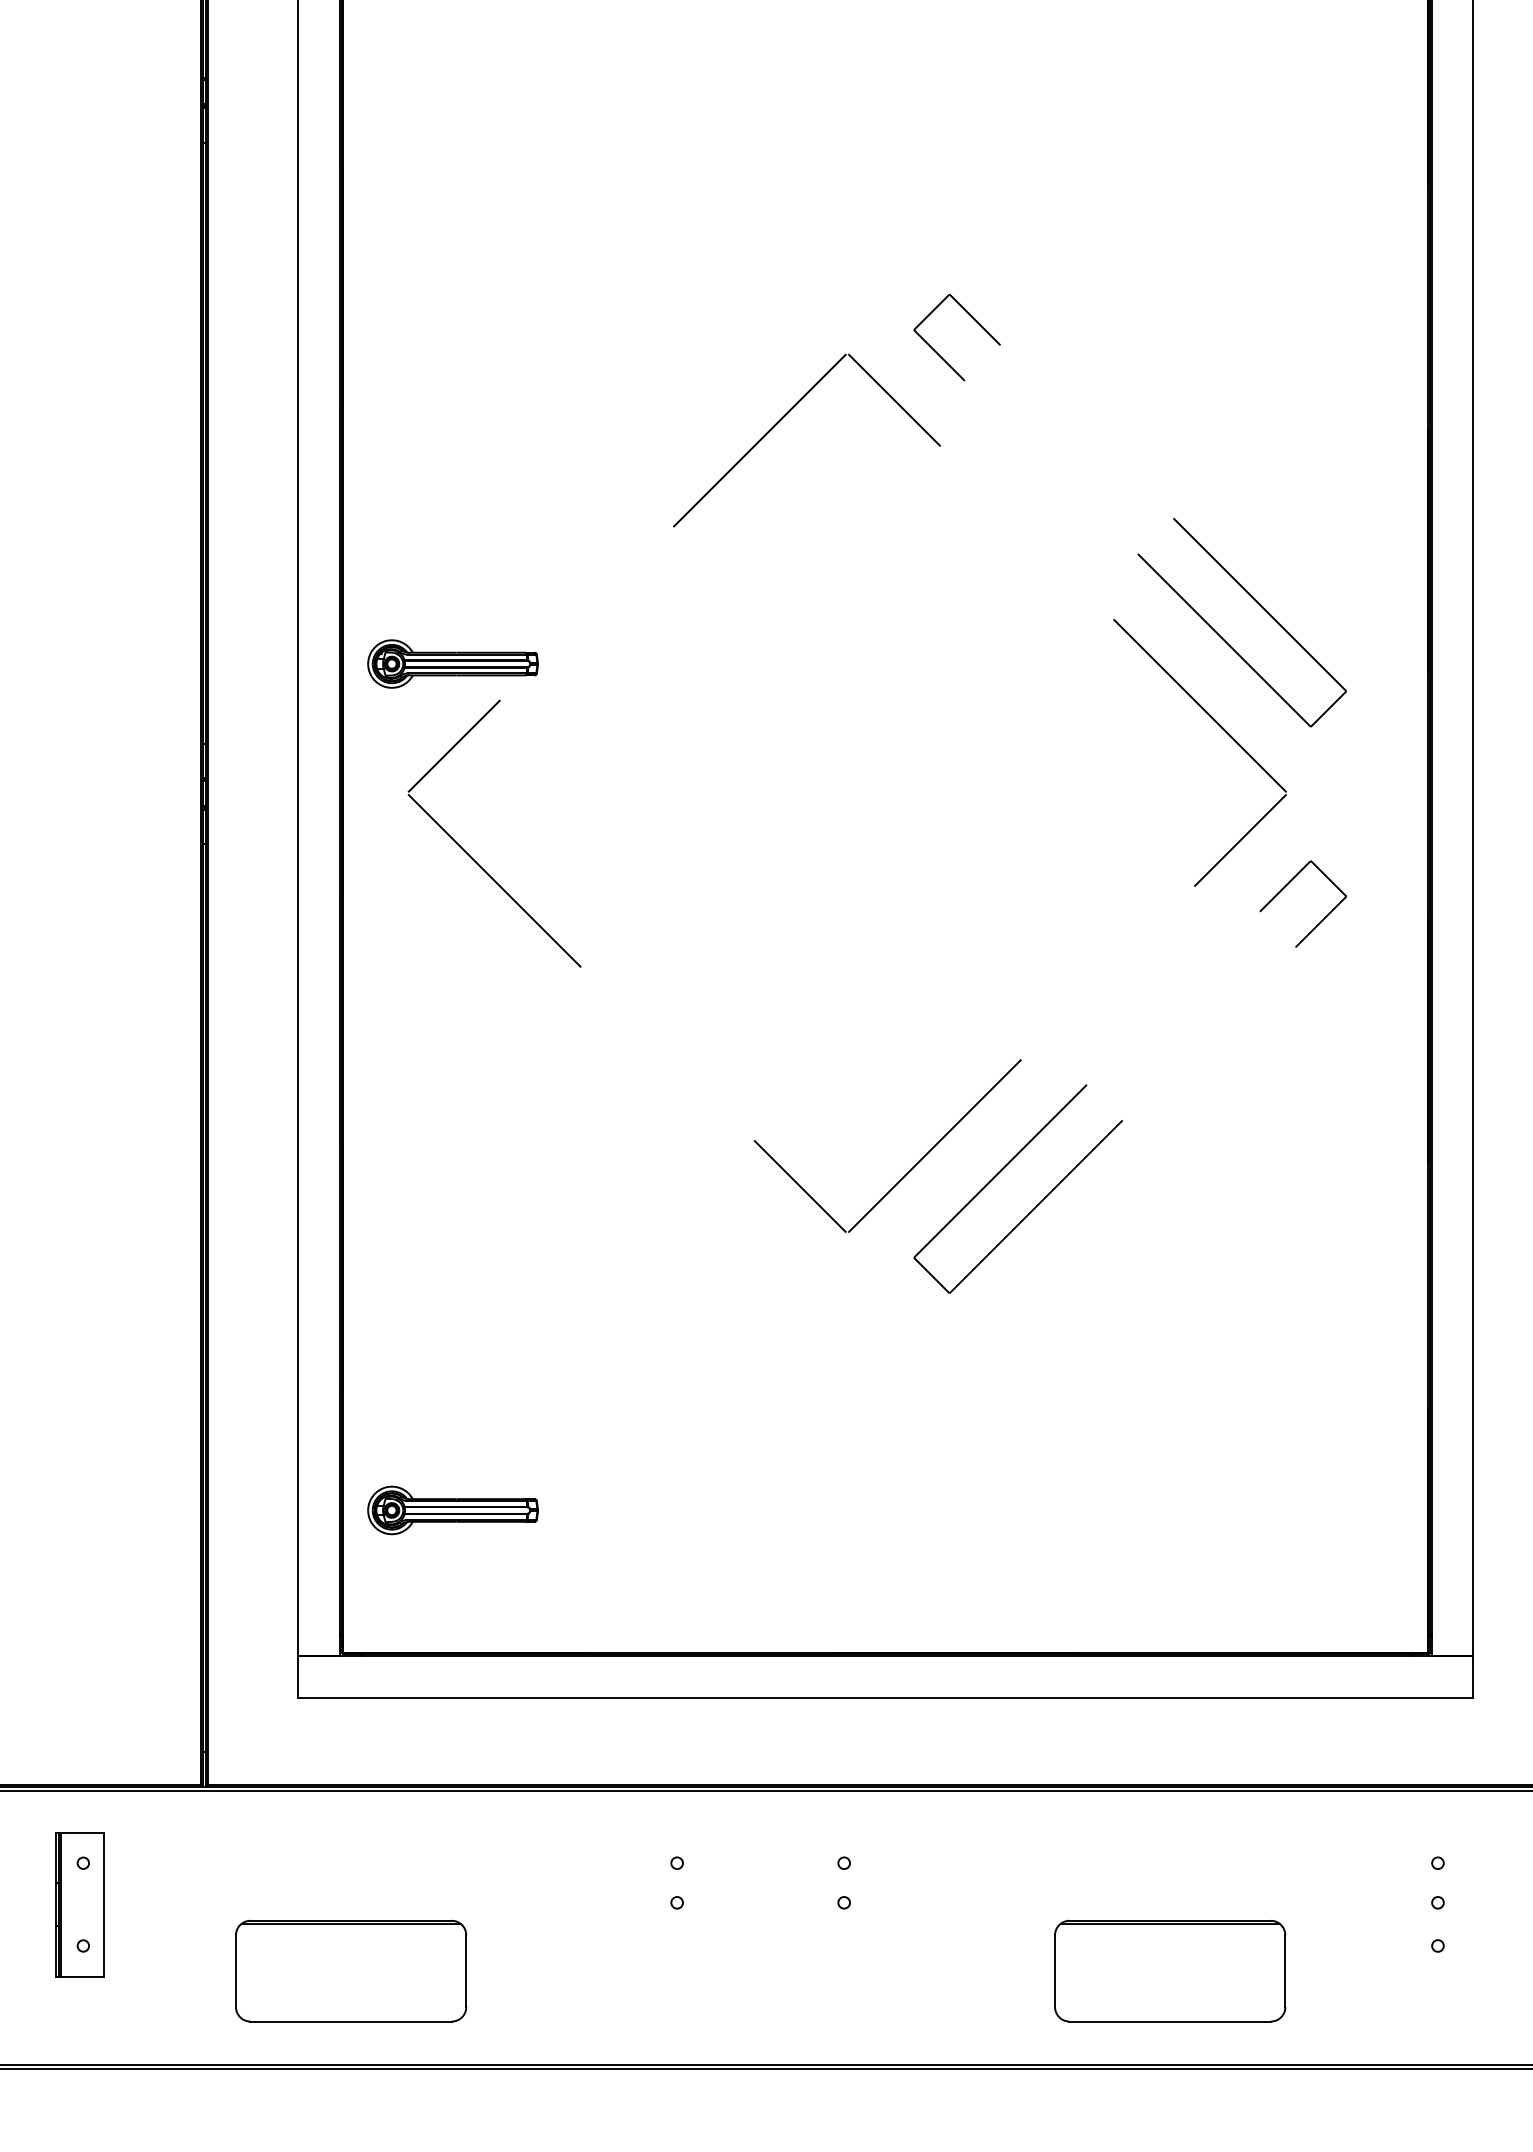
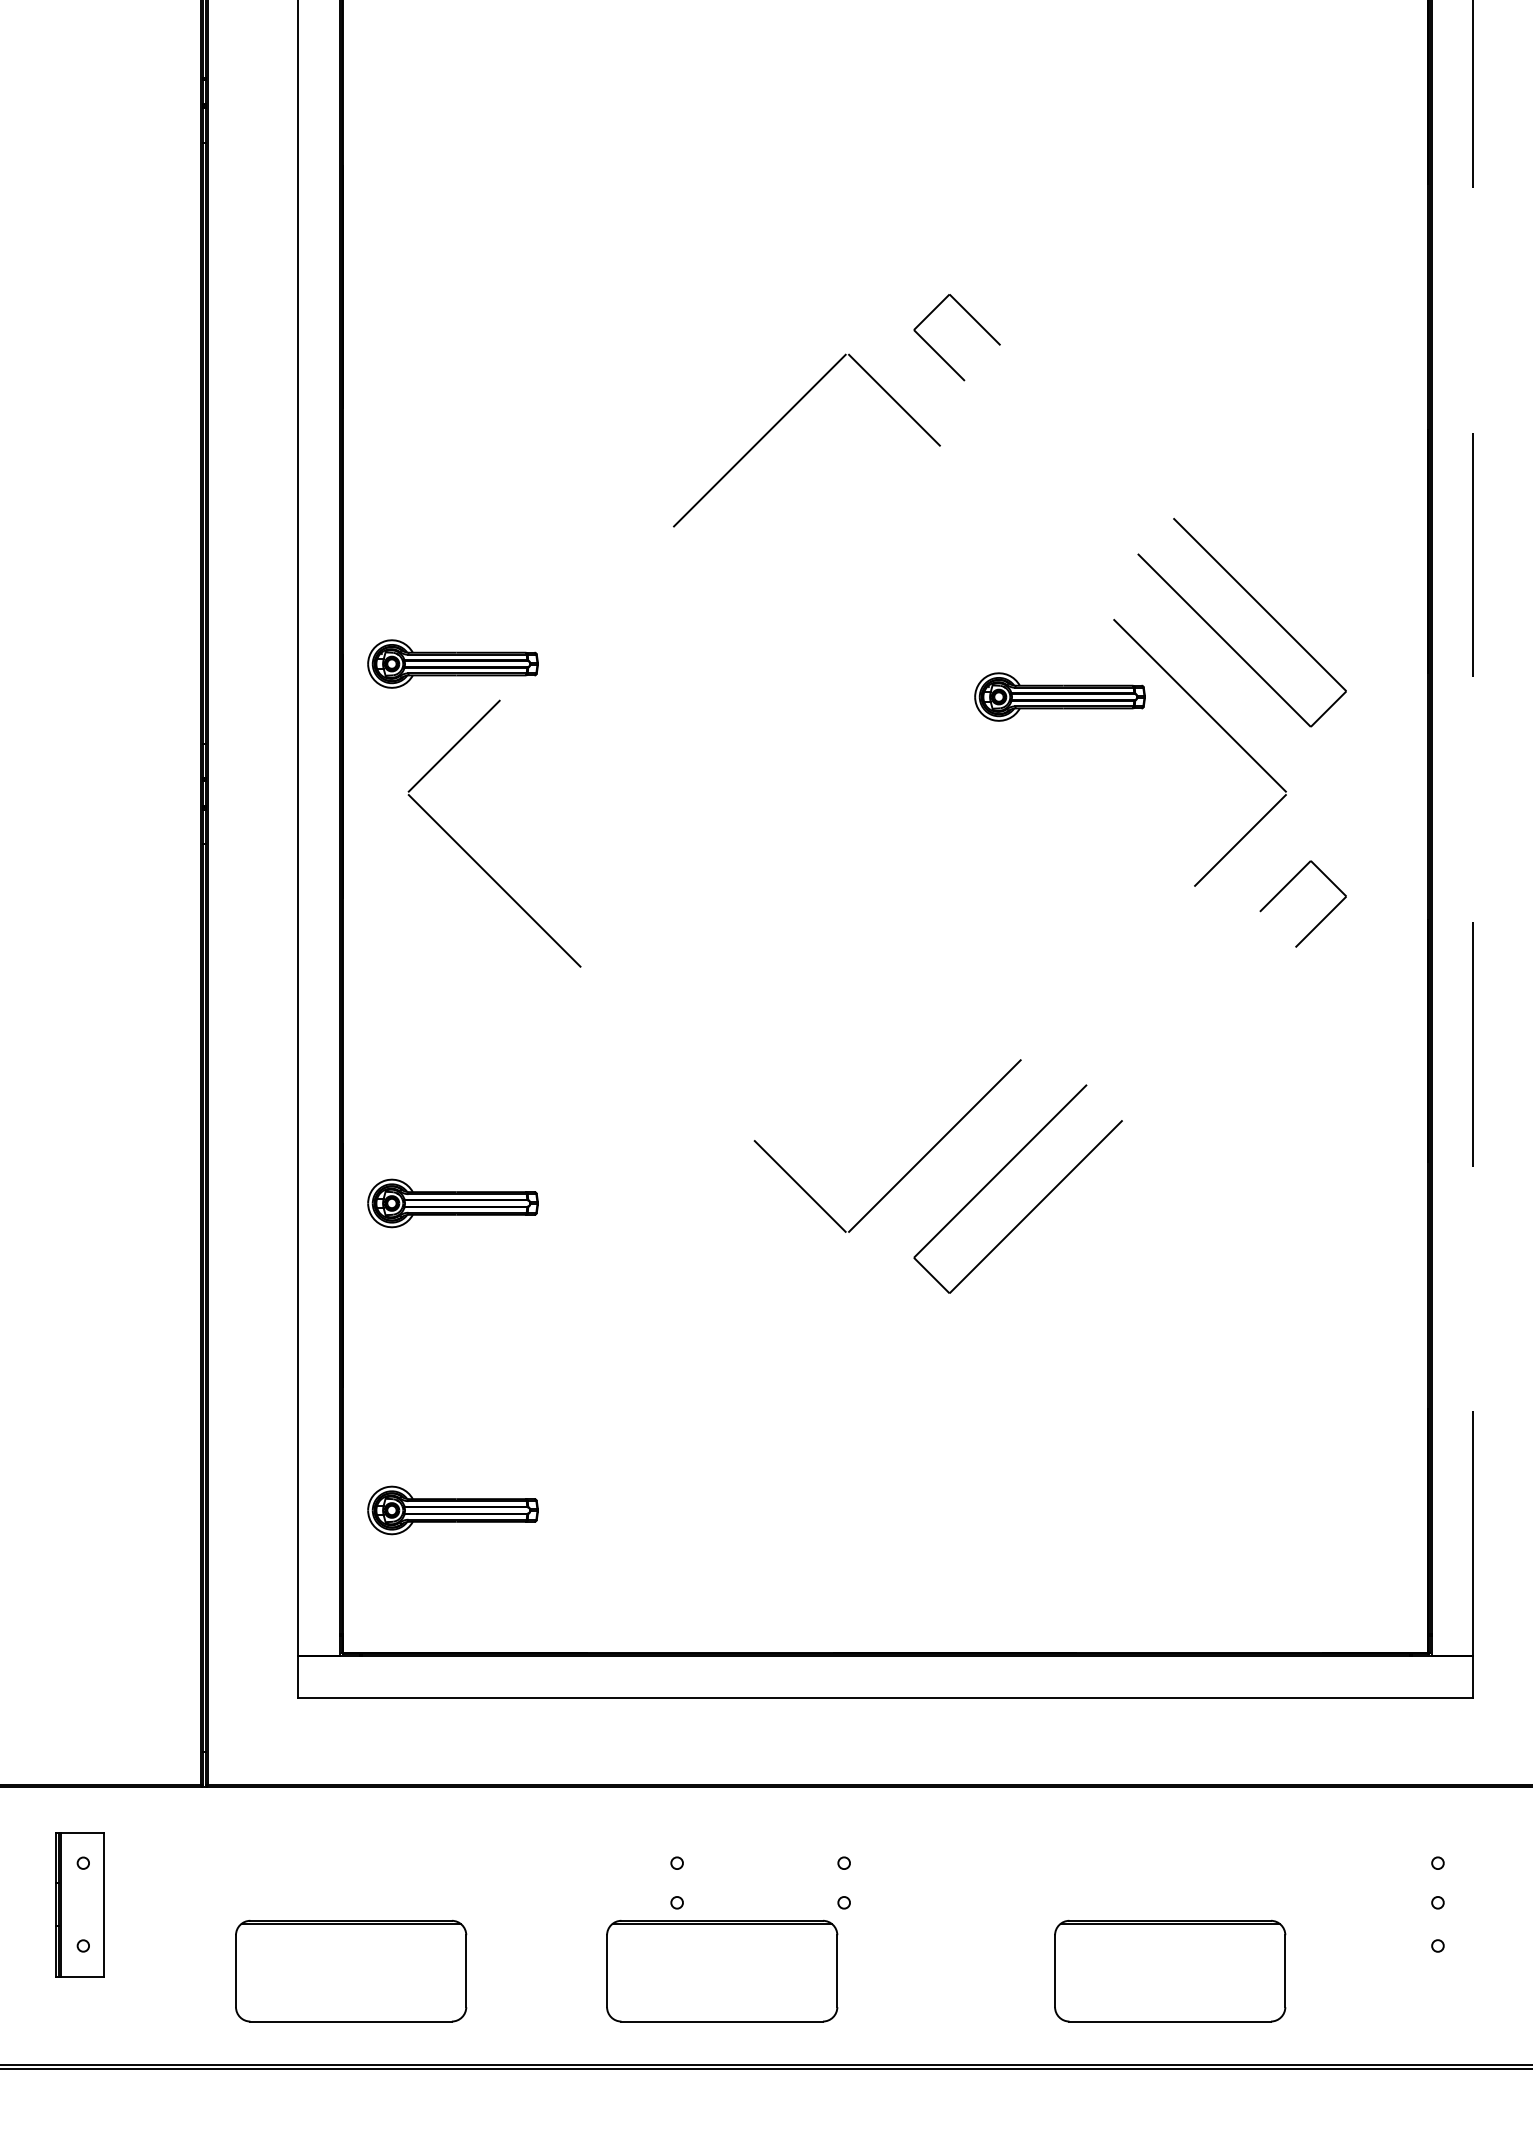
part at (1059, 696): none -> present
line at (1473, 828): solid -> dashed
part at (452, 1203): none -> present
line at (765, 1791): present -> none
part at (722, 1970): none -> present
